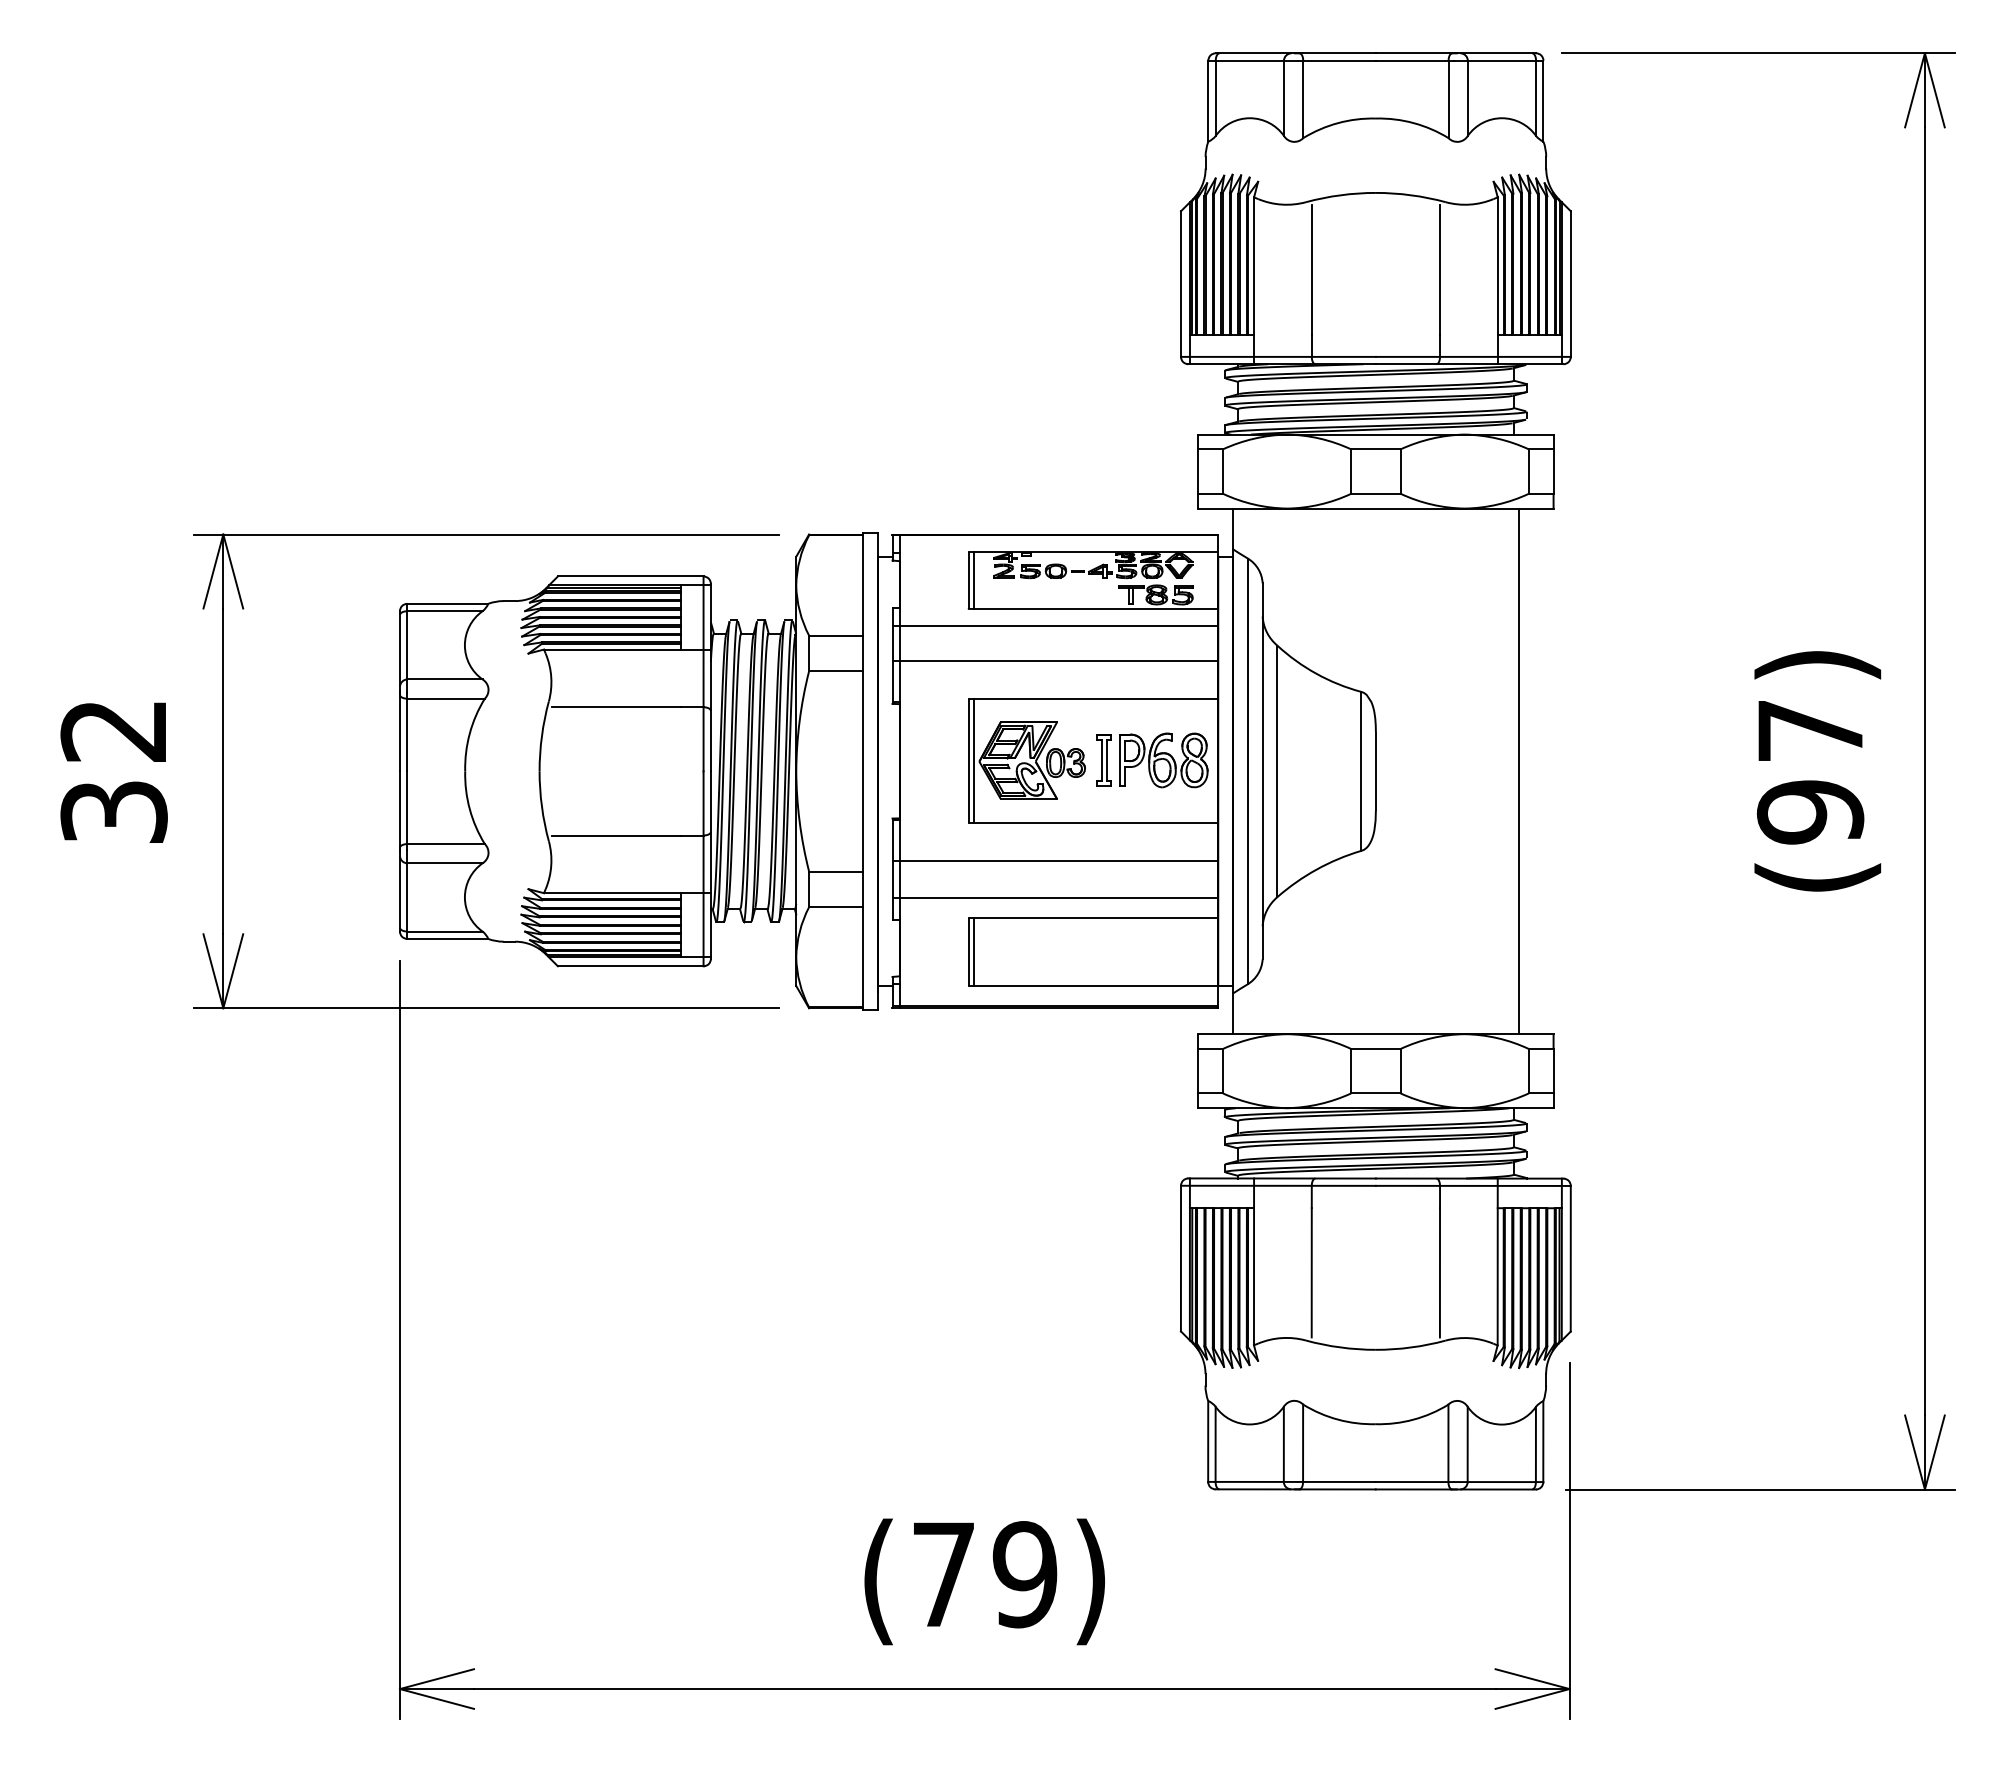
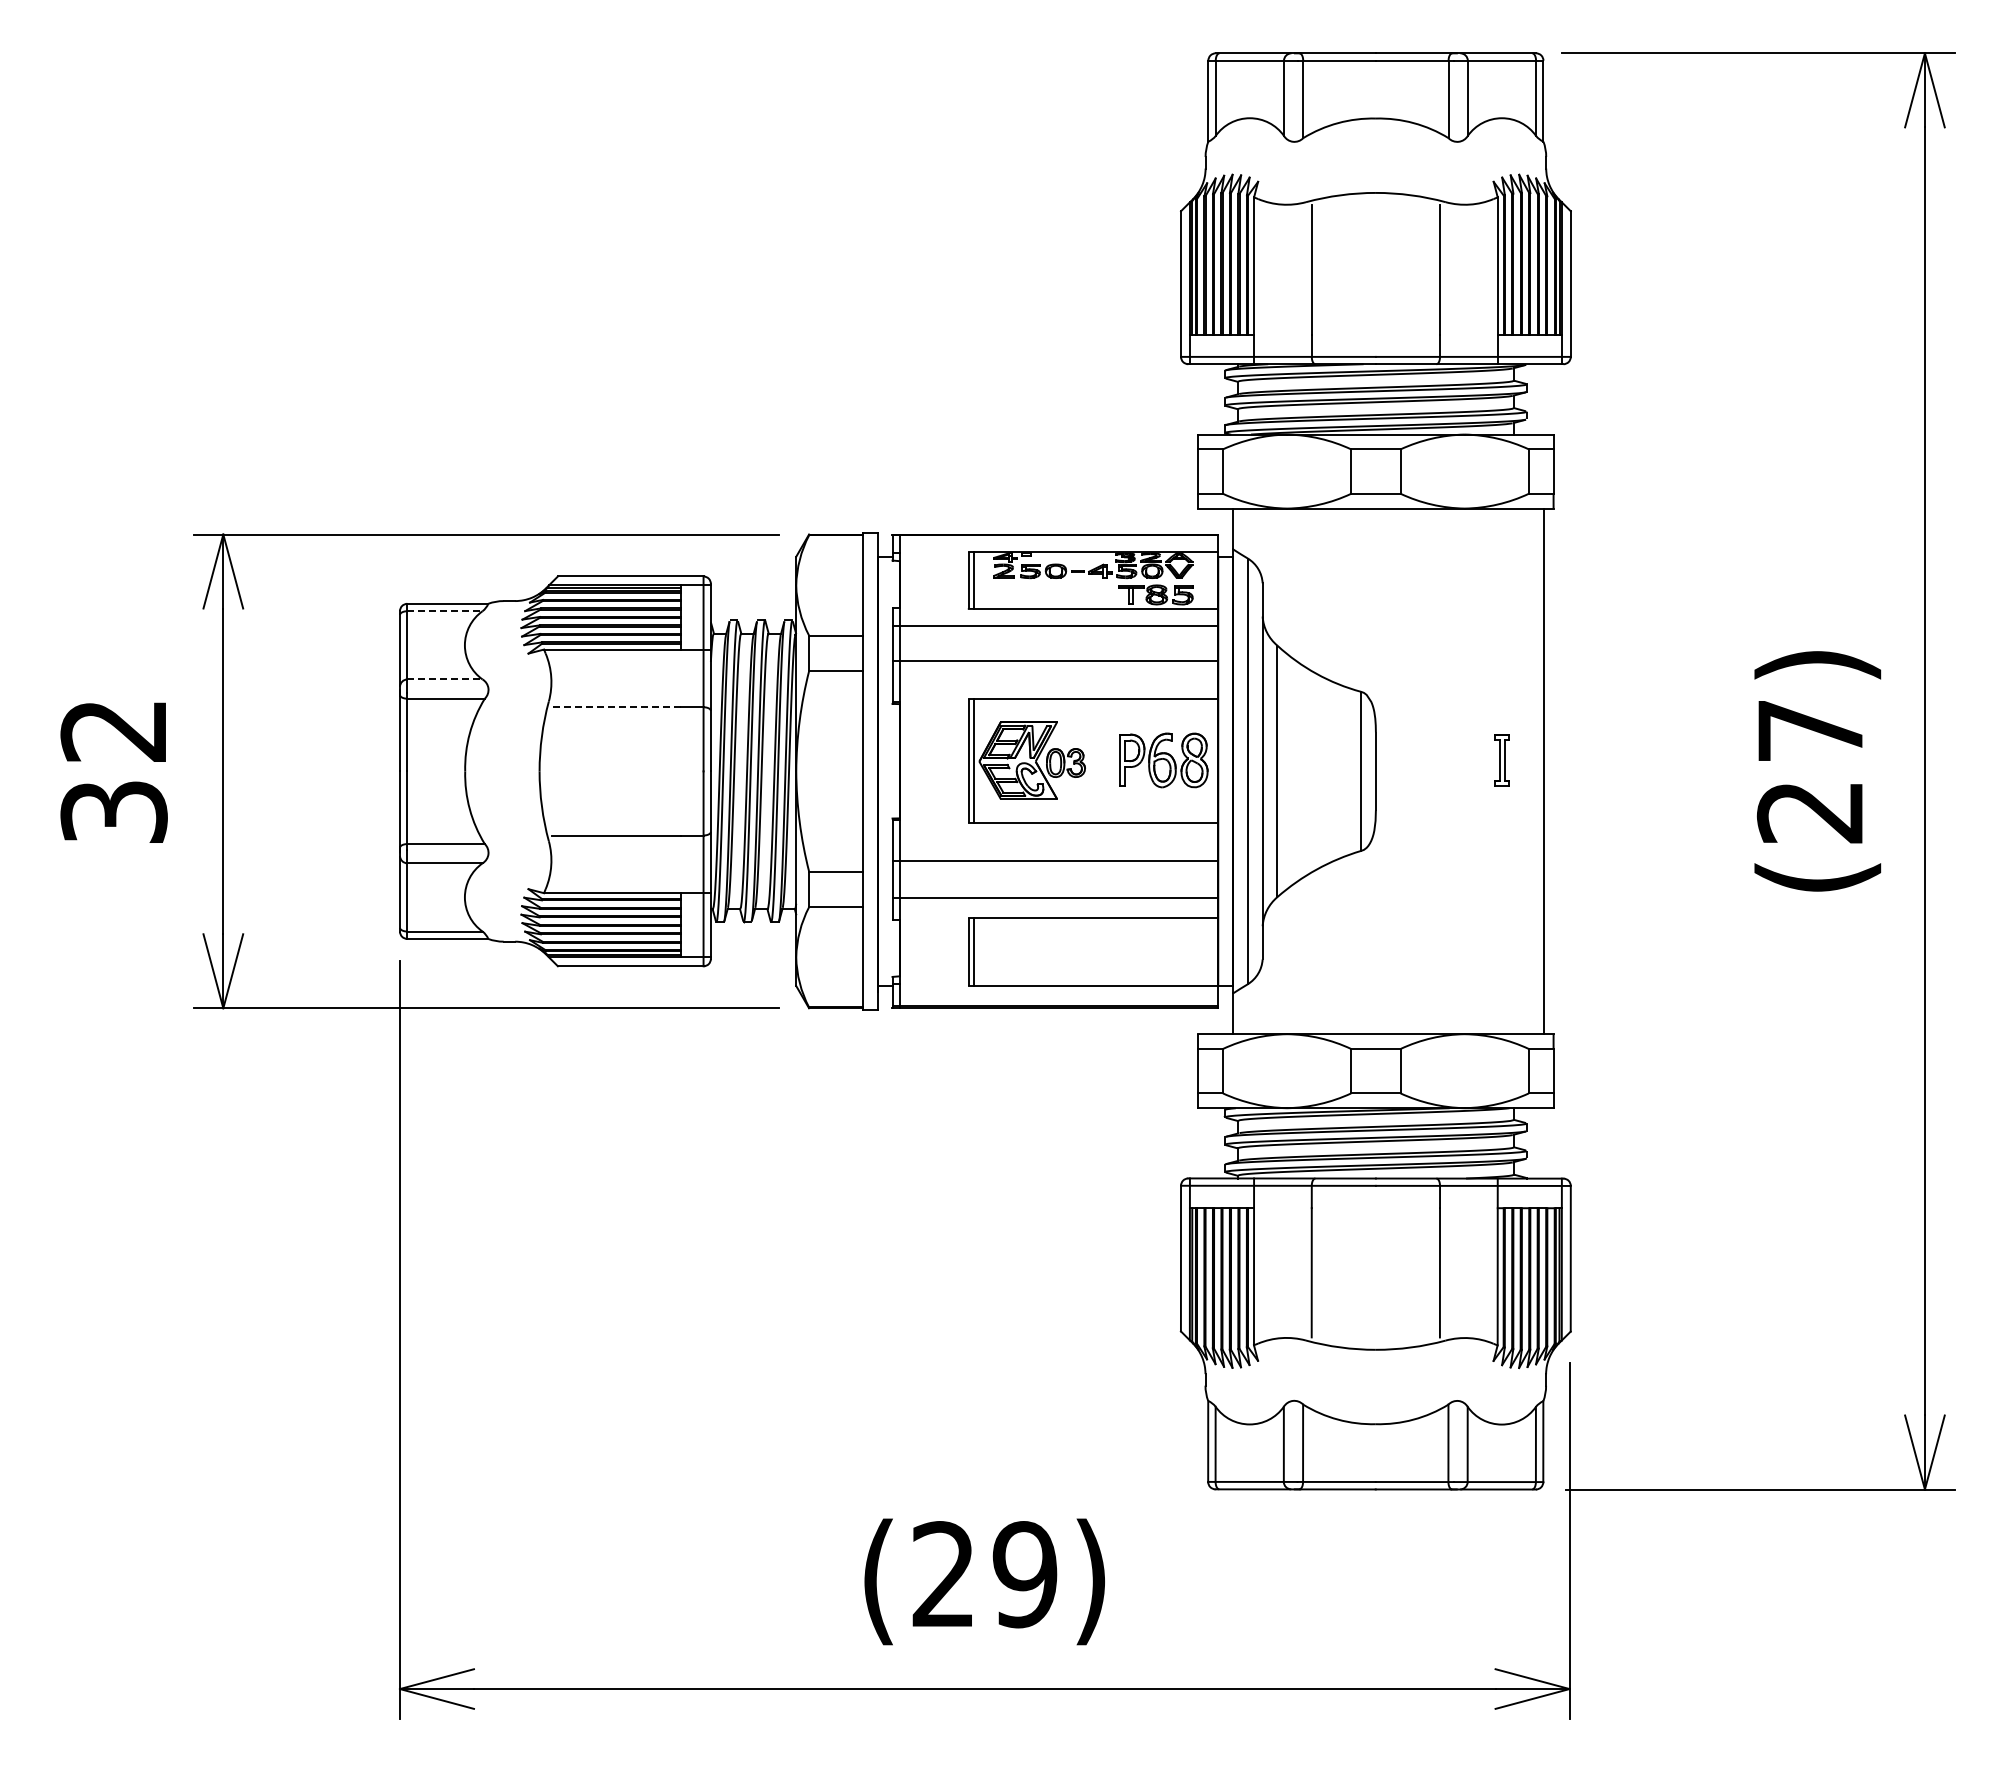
line at (445, 611): solid -> dashed
line at (445, 679): solid -> dashed
line at (616, 707): solid -> dashed
part at (1103, 760) position: (1103, 760) -> (1501, 760)
line at (1518, 771) position: (1518, 771) -> (1543, 771)
text at (1810, 812): (97) -> (27)
text at (942, 1573): (79) -> (29)
